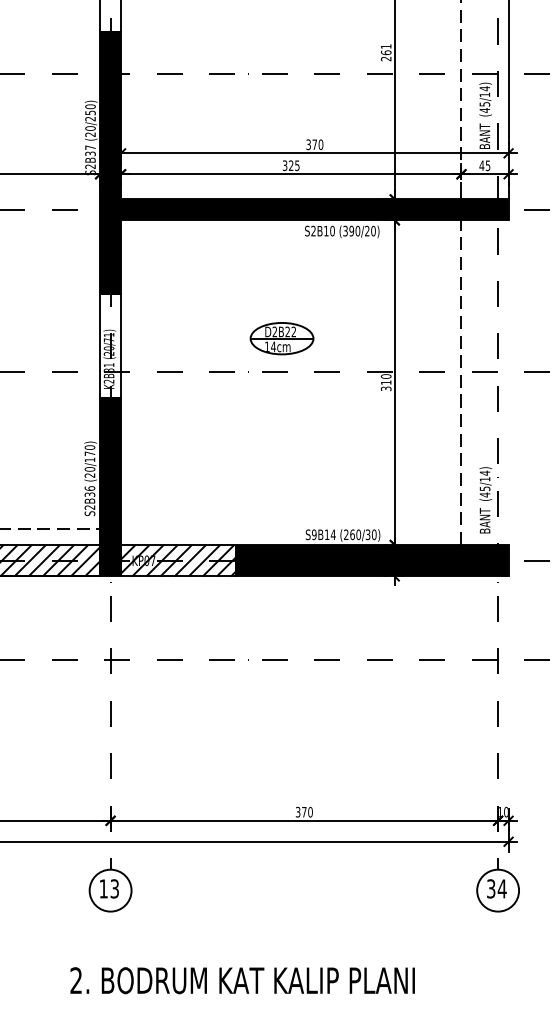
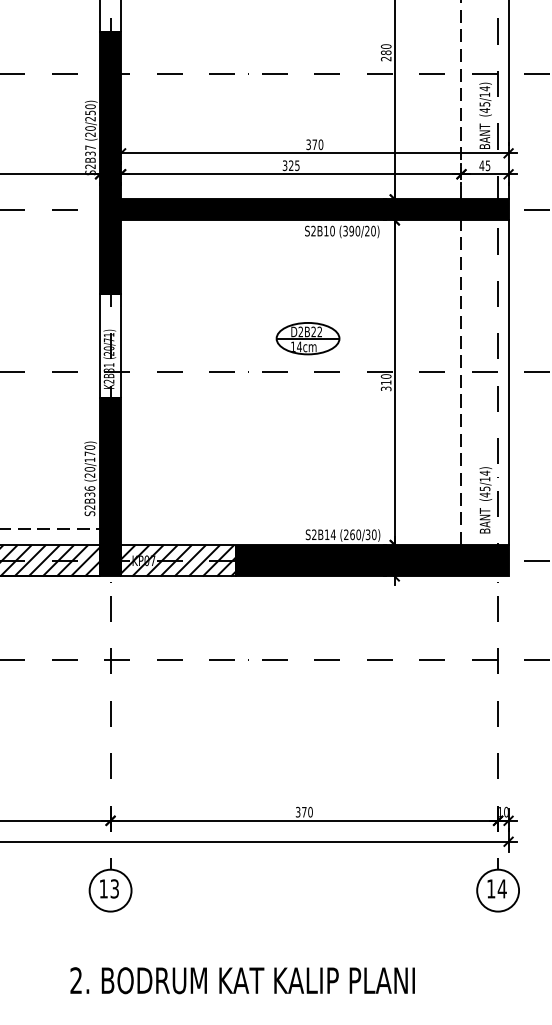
text at (385, 49): 261 -> 280
part at (281, 338) position: (281, 338) -> (307, 338)
line at (508, 382): none -> present
text at (314, 534): S9B14 -> S2B14
text at (491, 888): 34 -> 14
